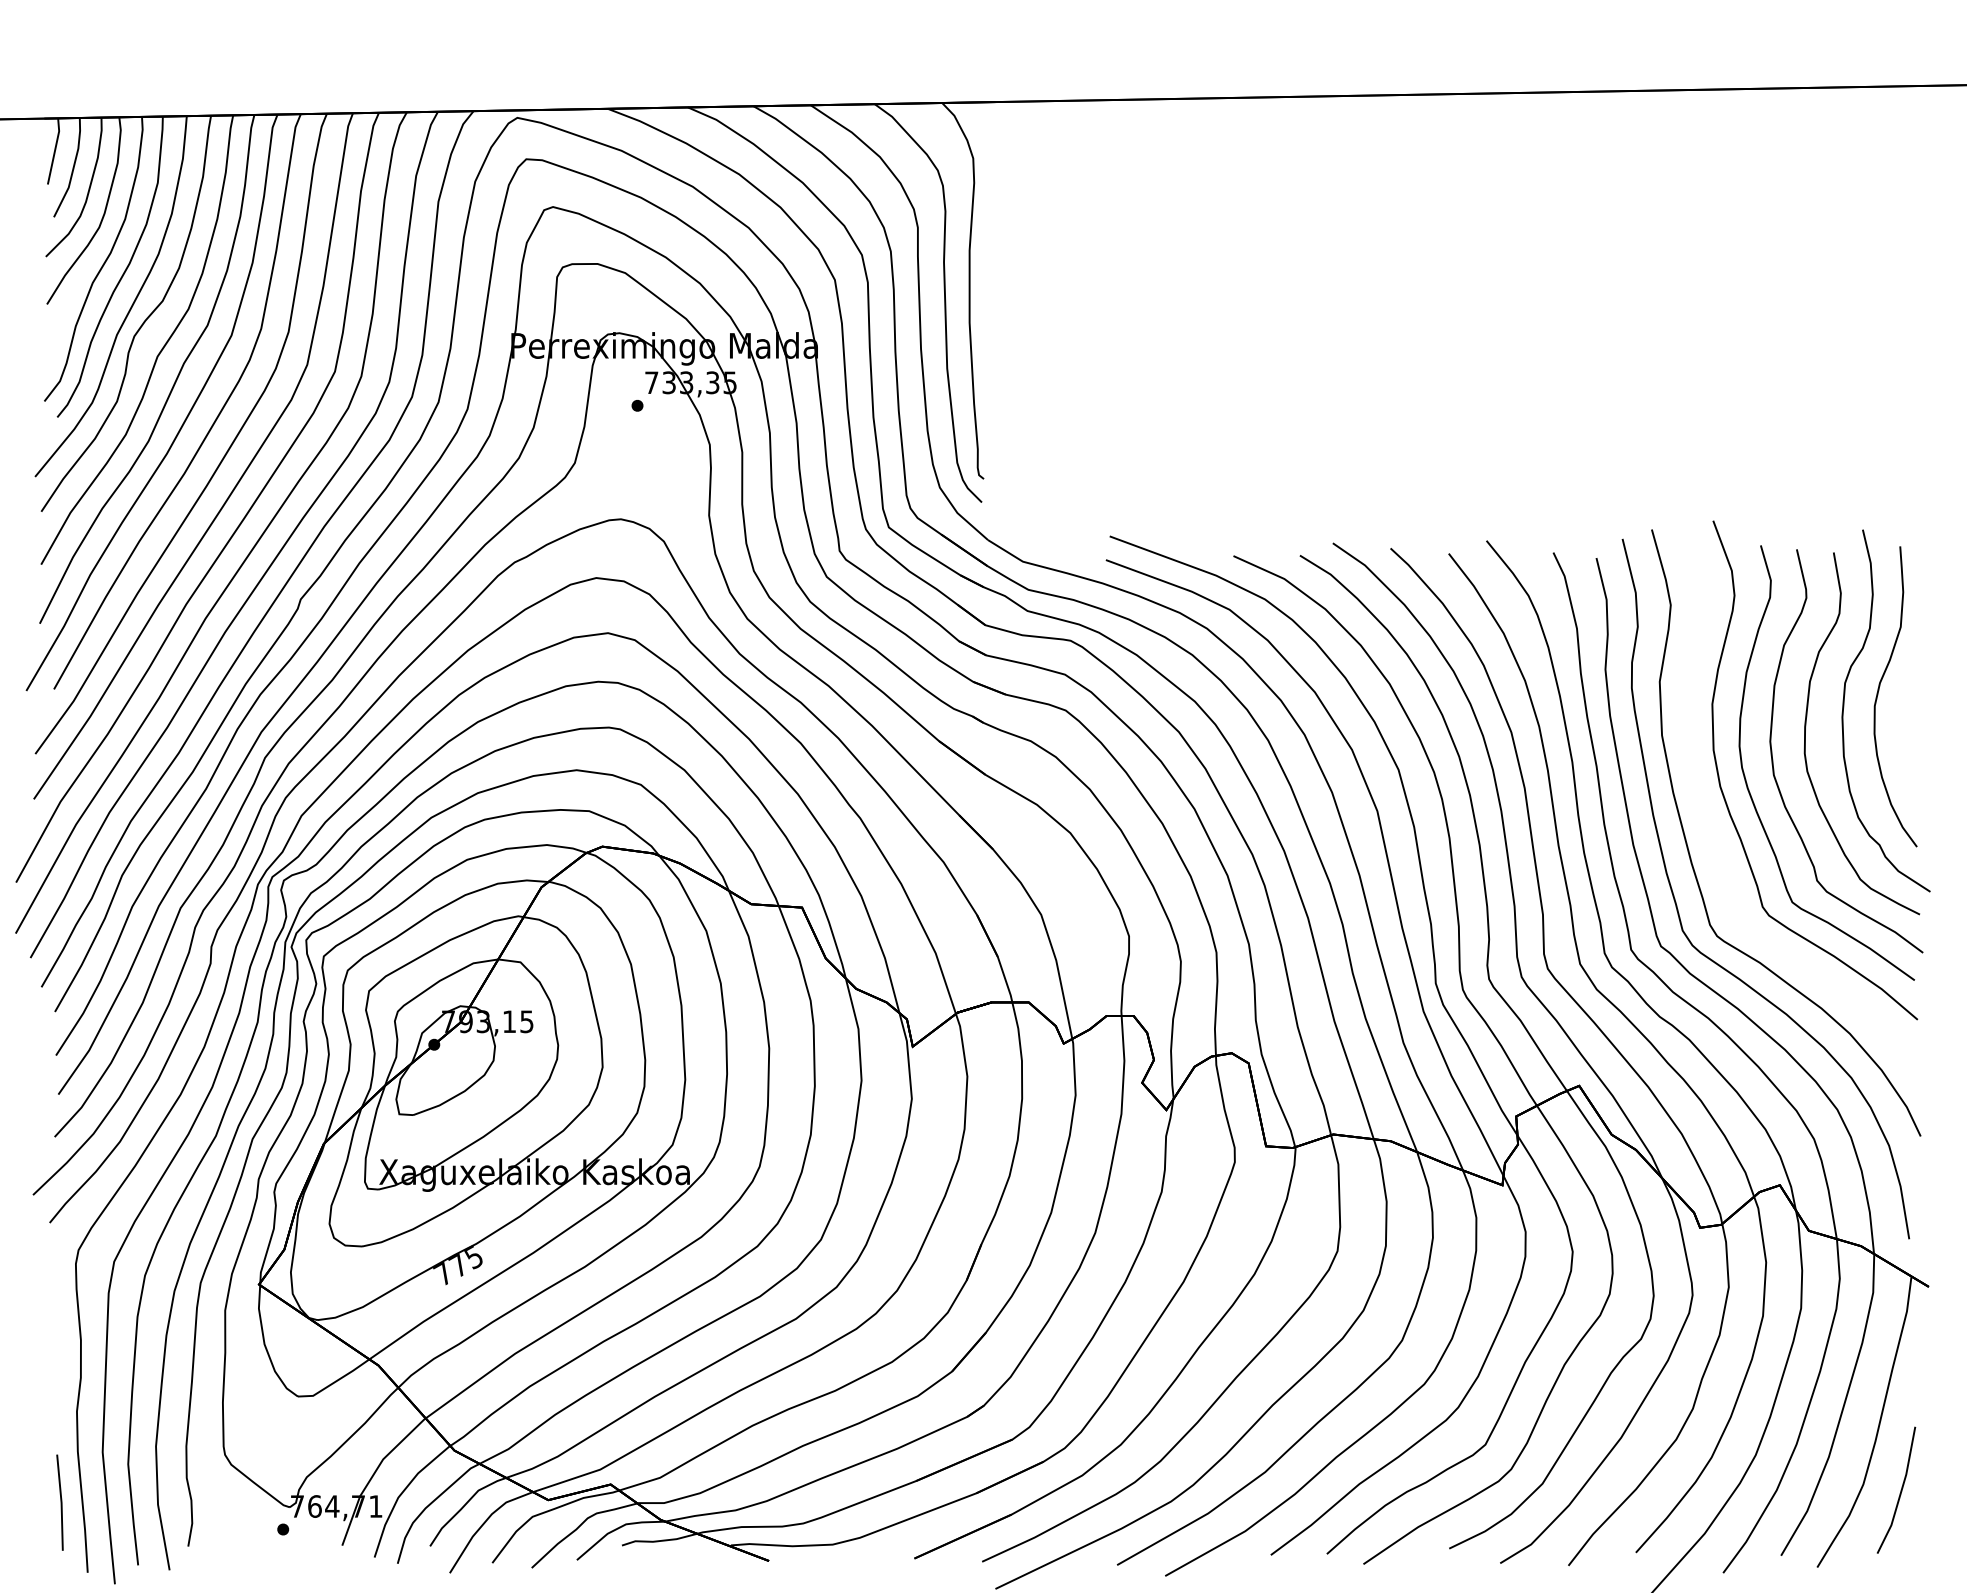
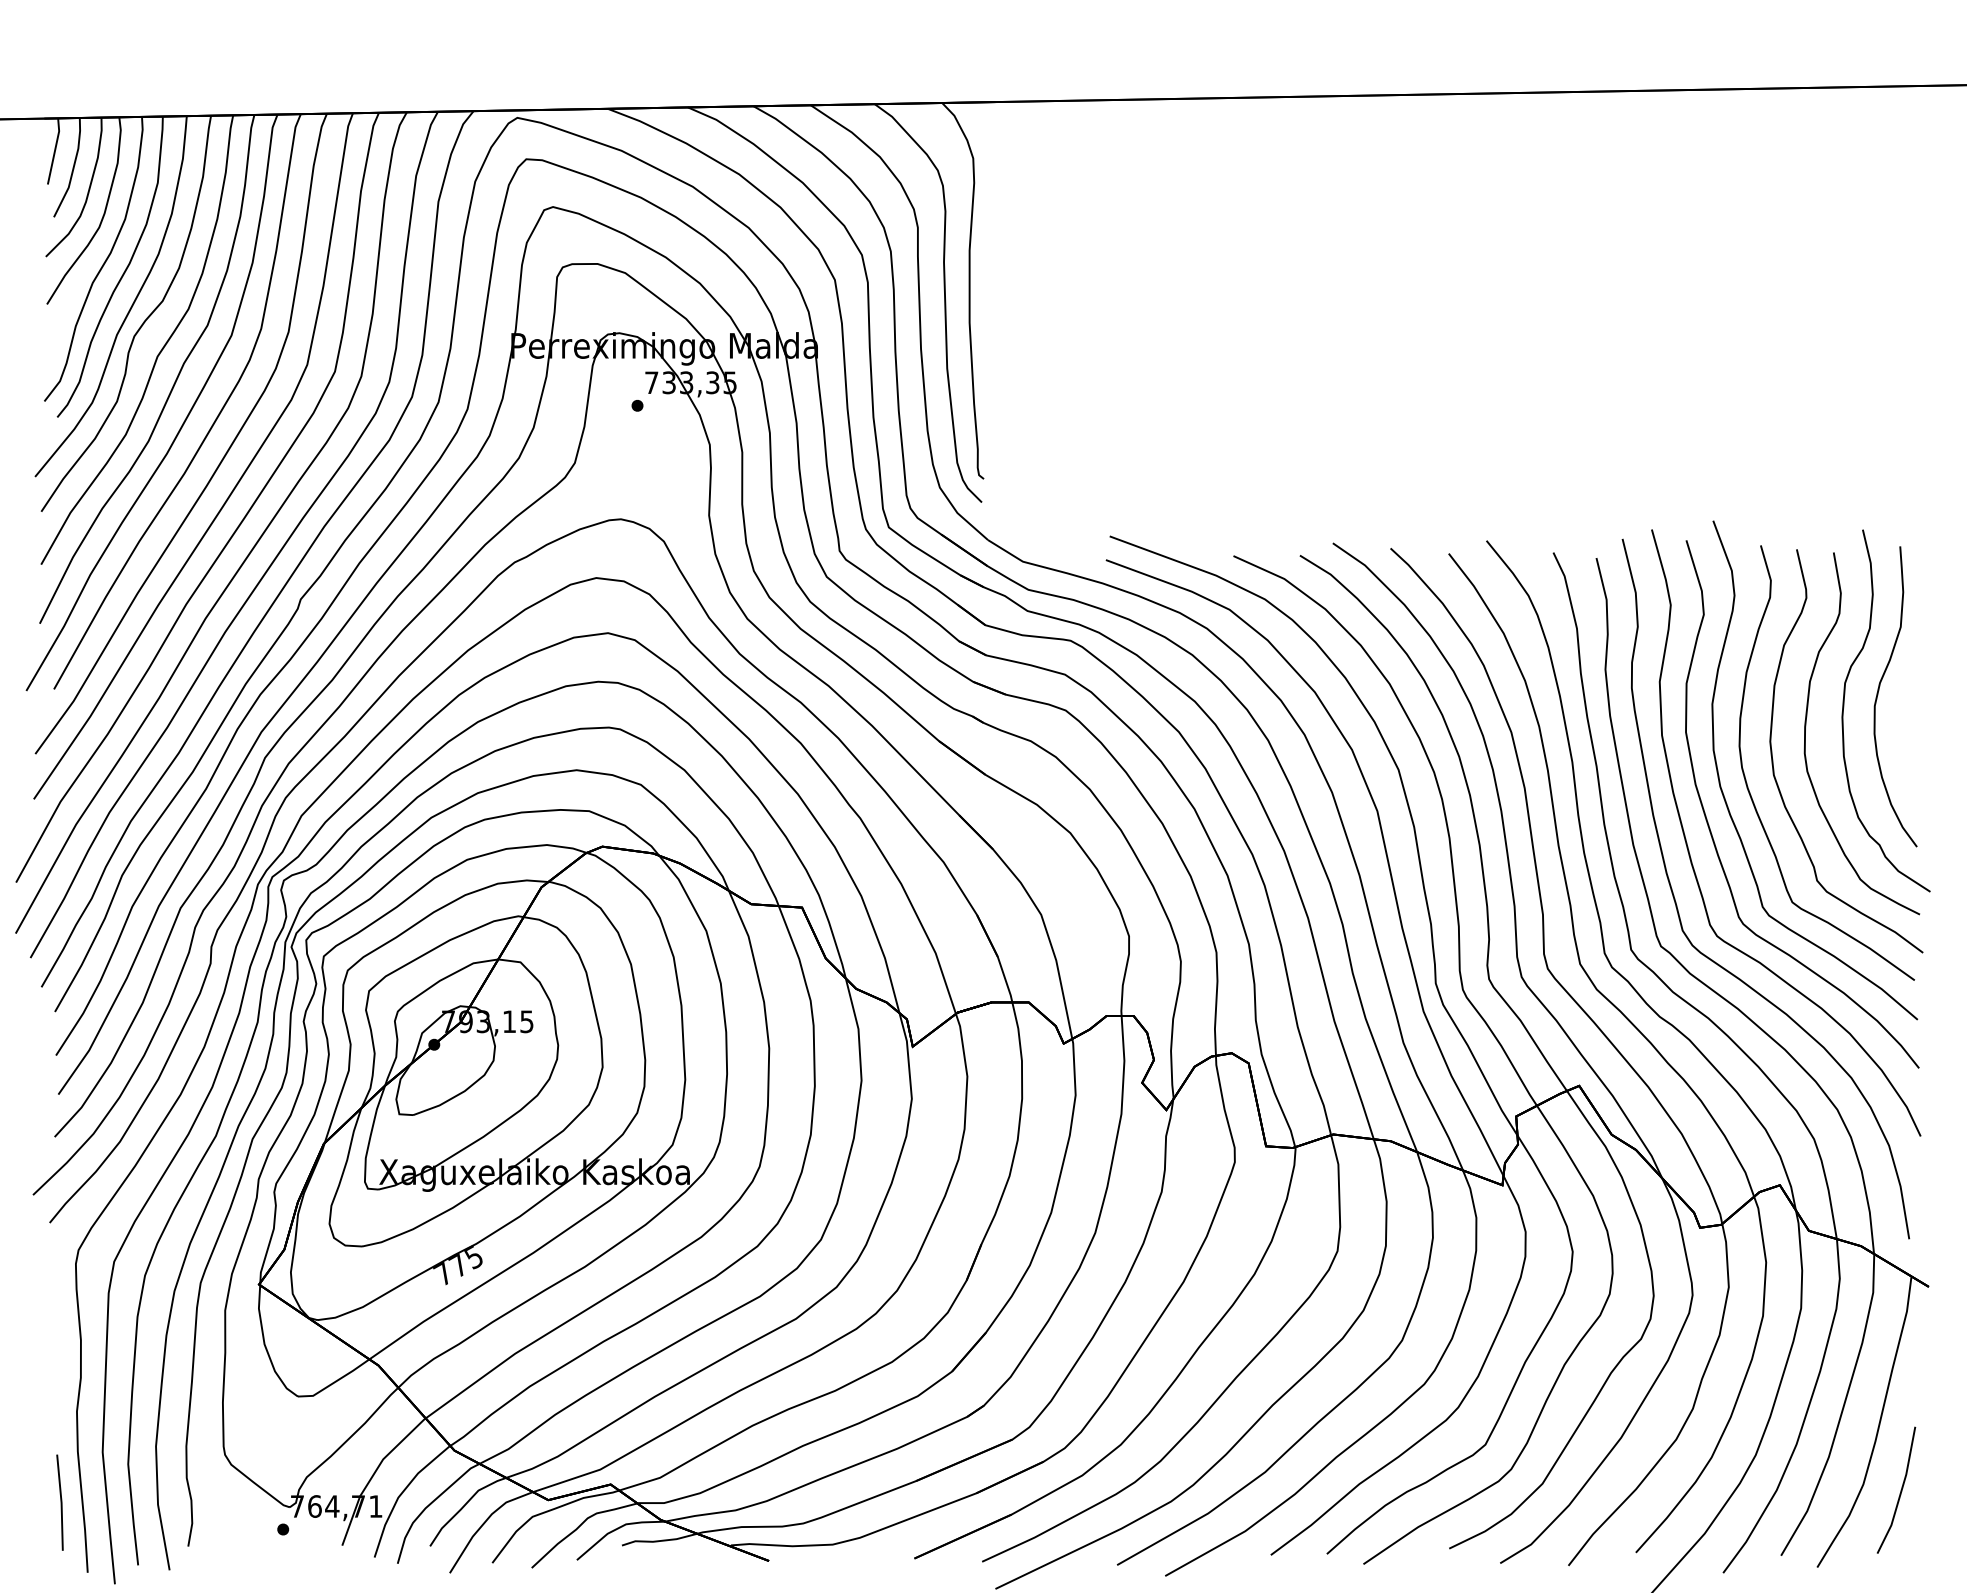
part at (1712, 834): none -> present
